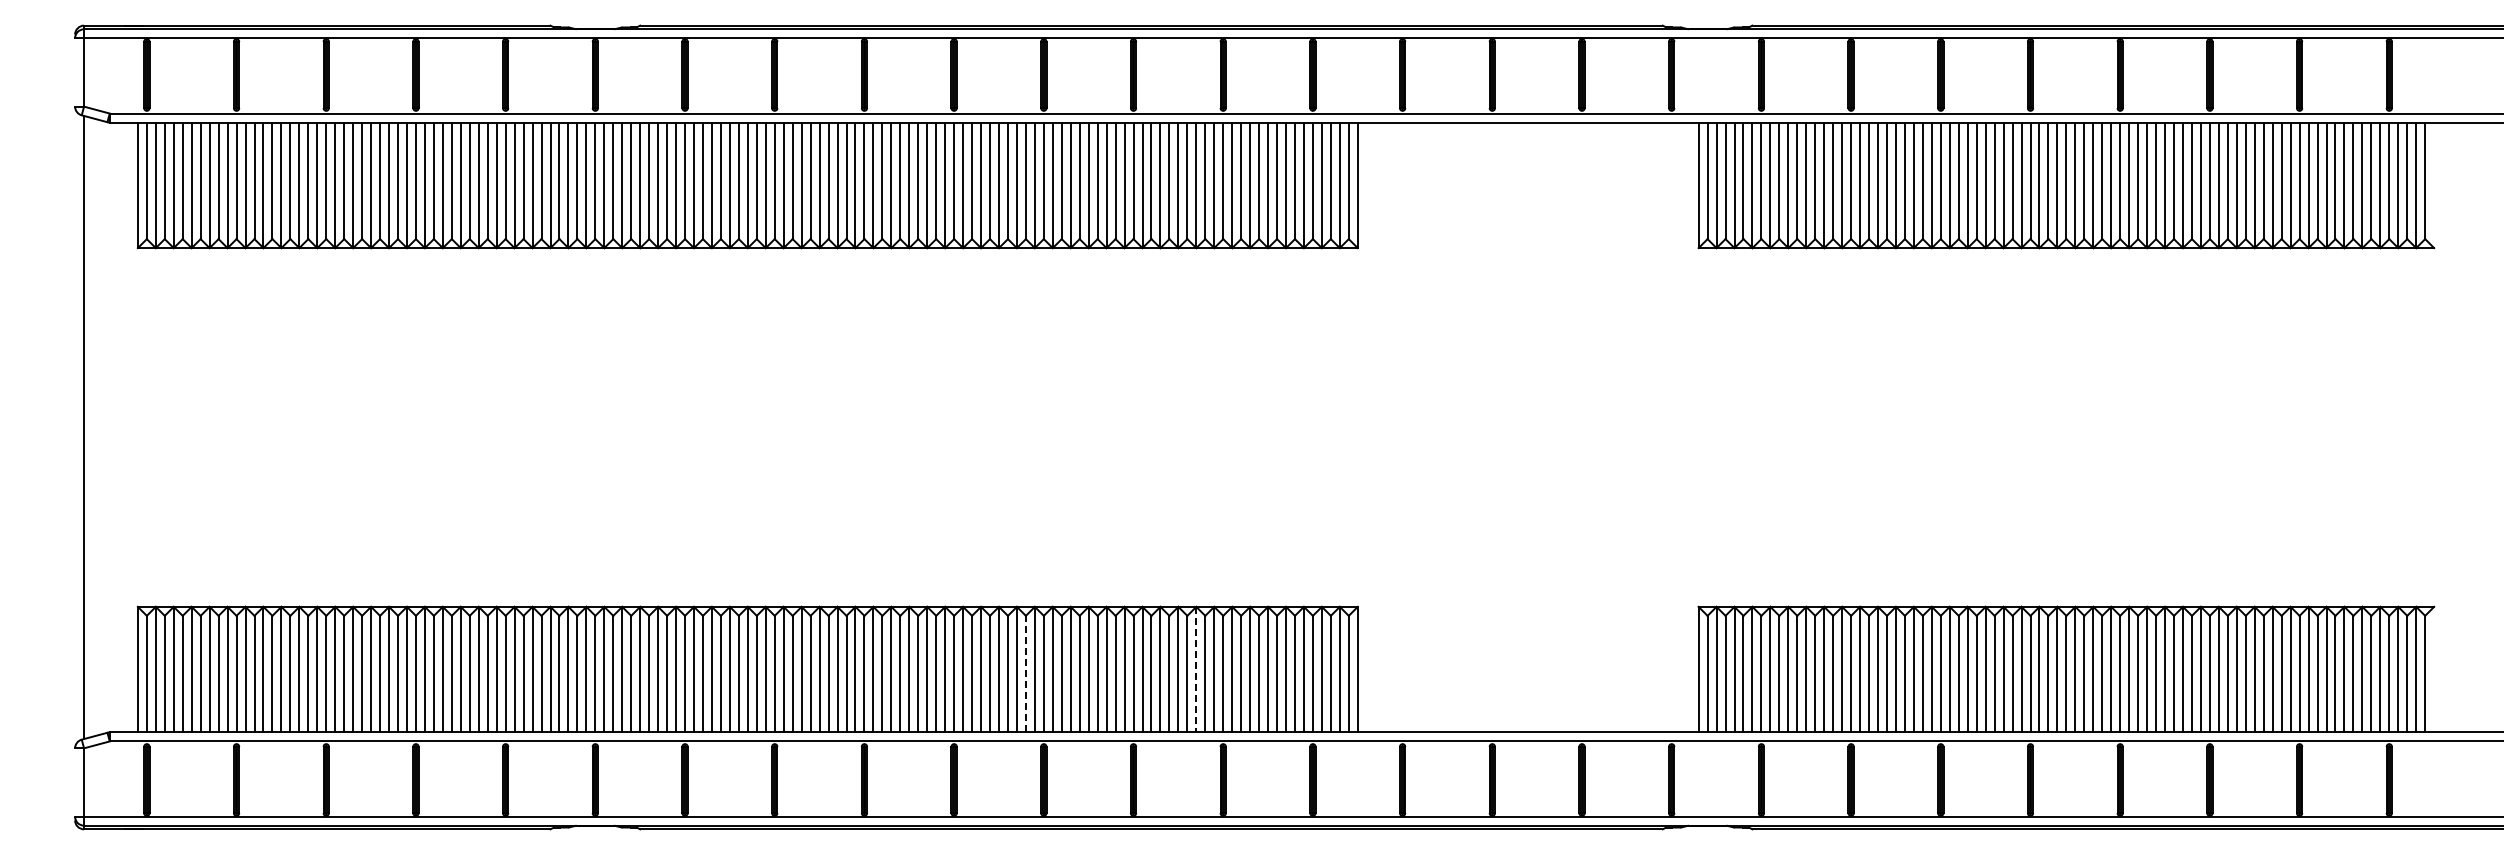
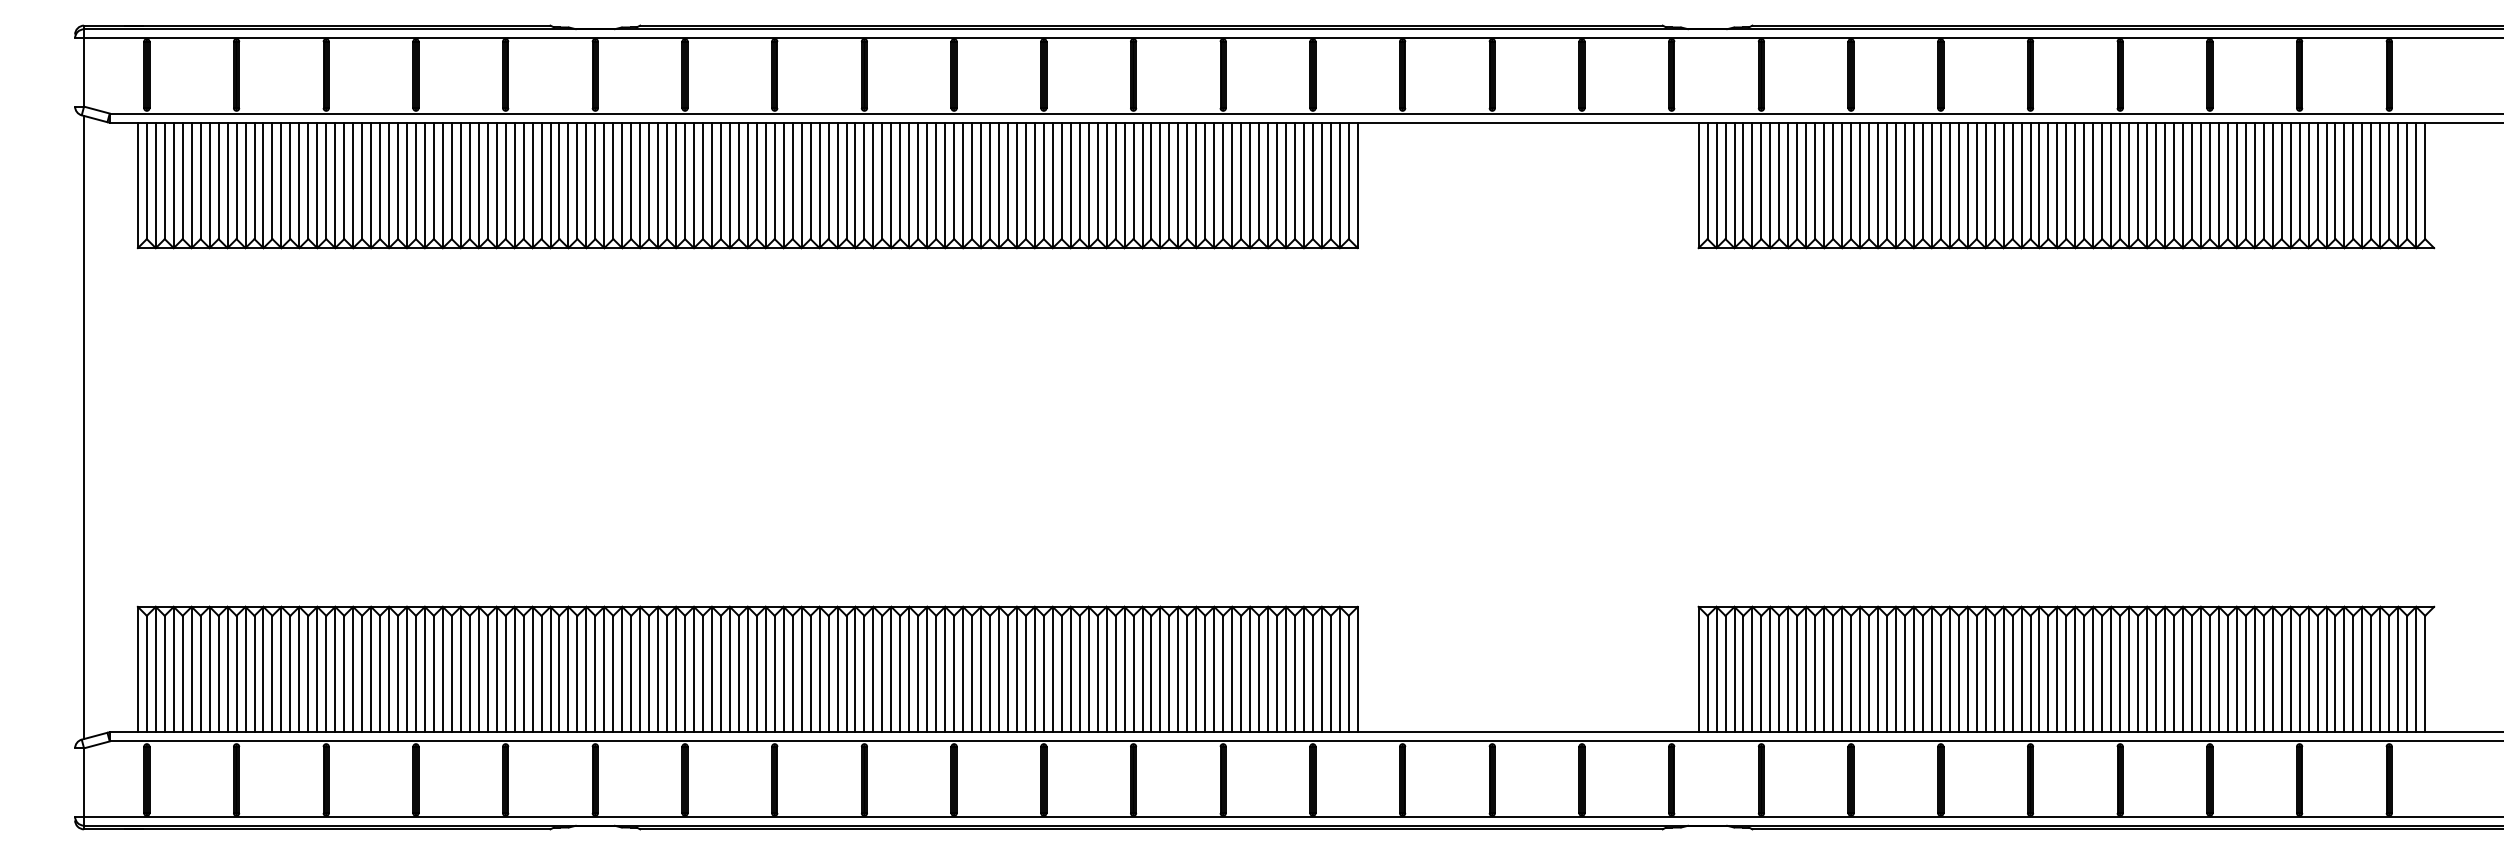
line at (1196, 669): dashed -> solid
line at (1025, 673): dashed -> solid
